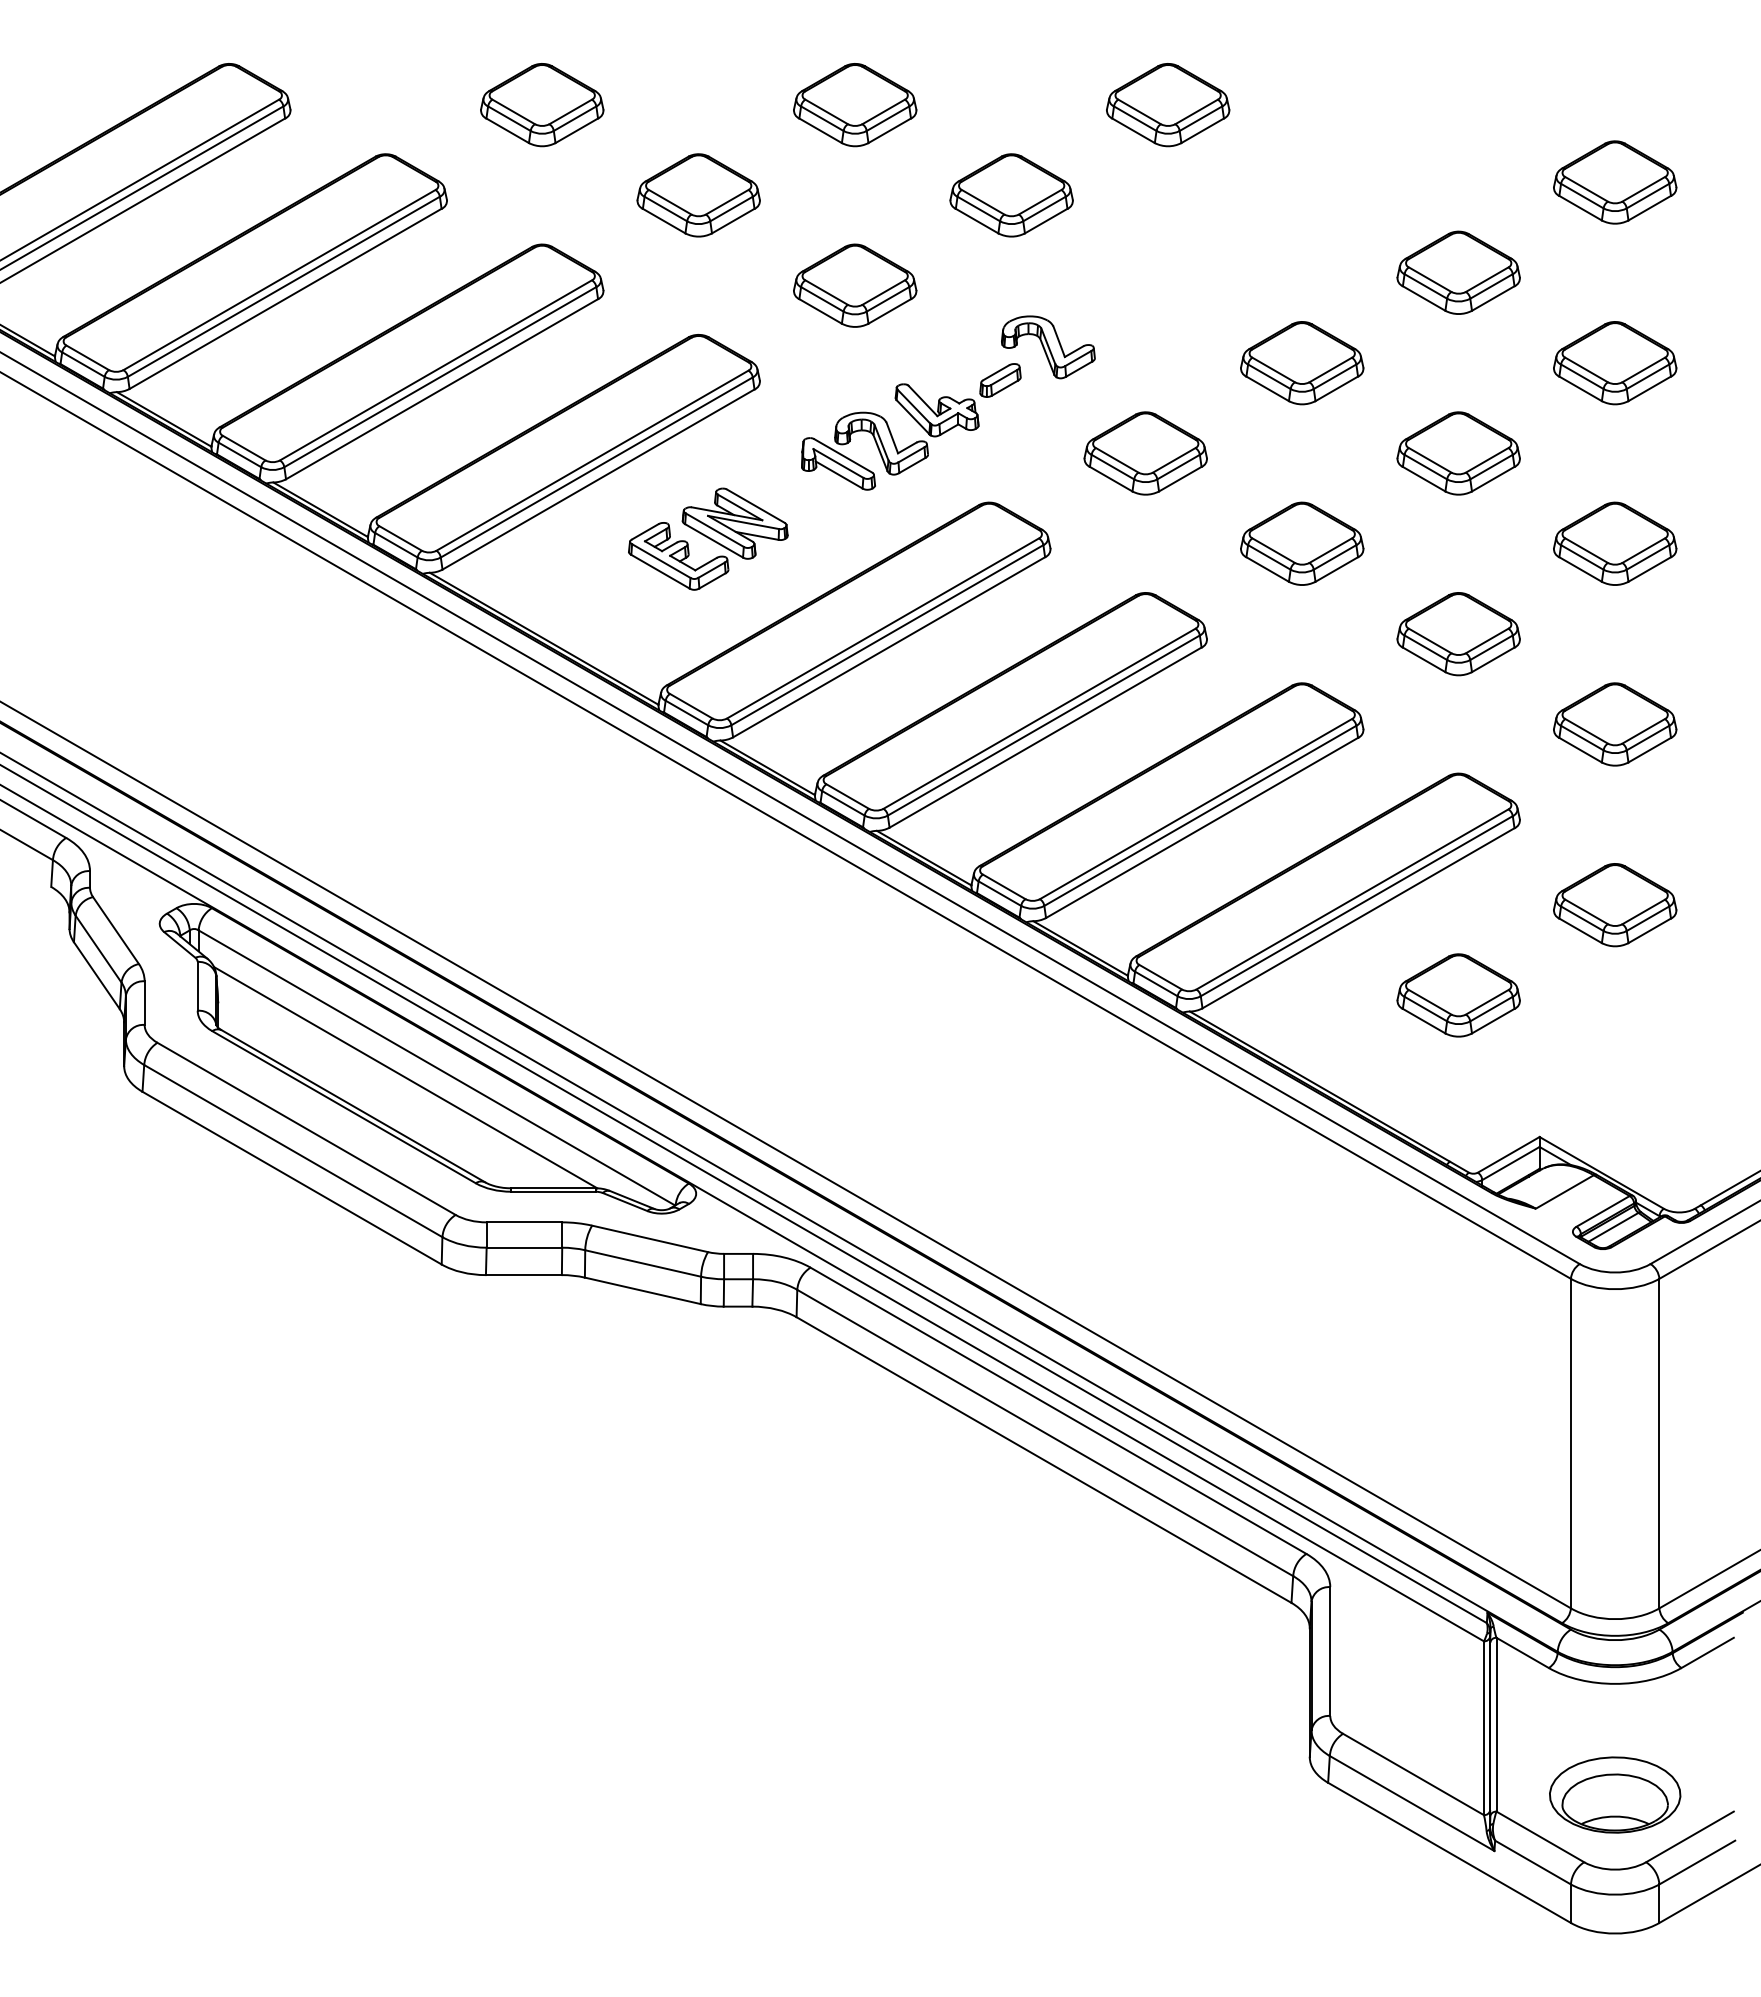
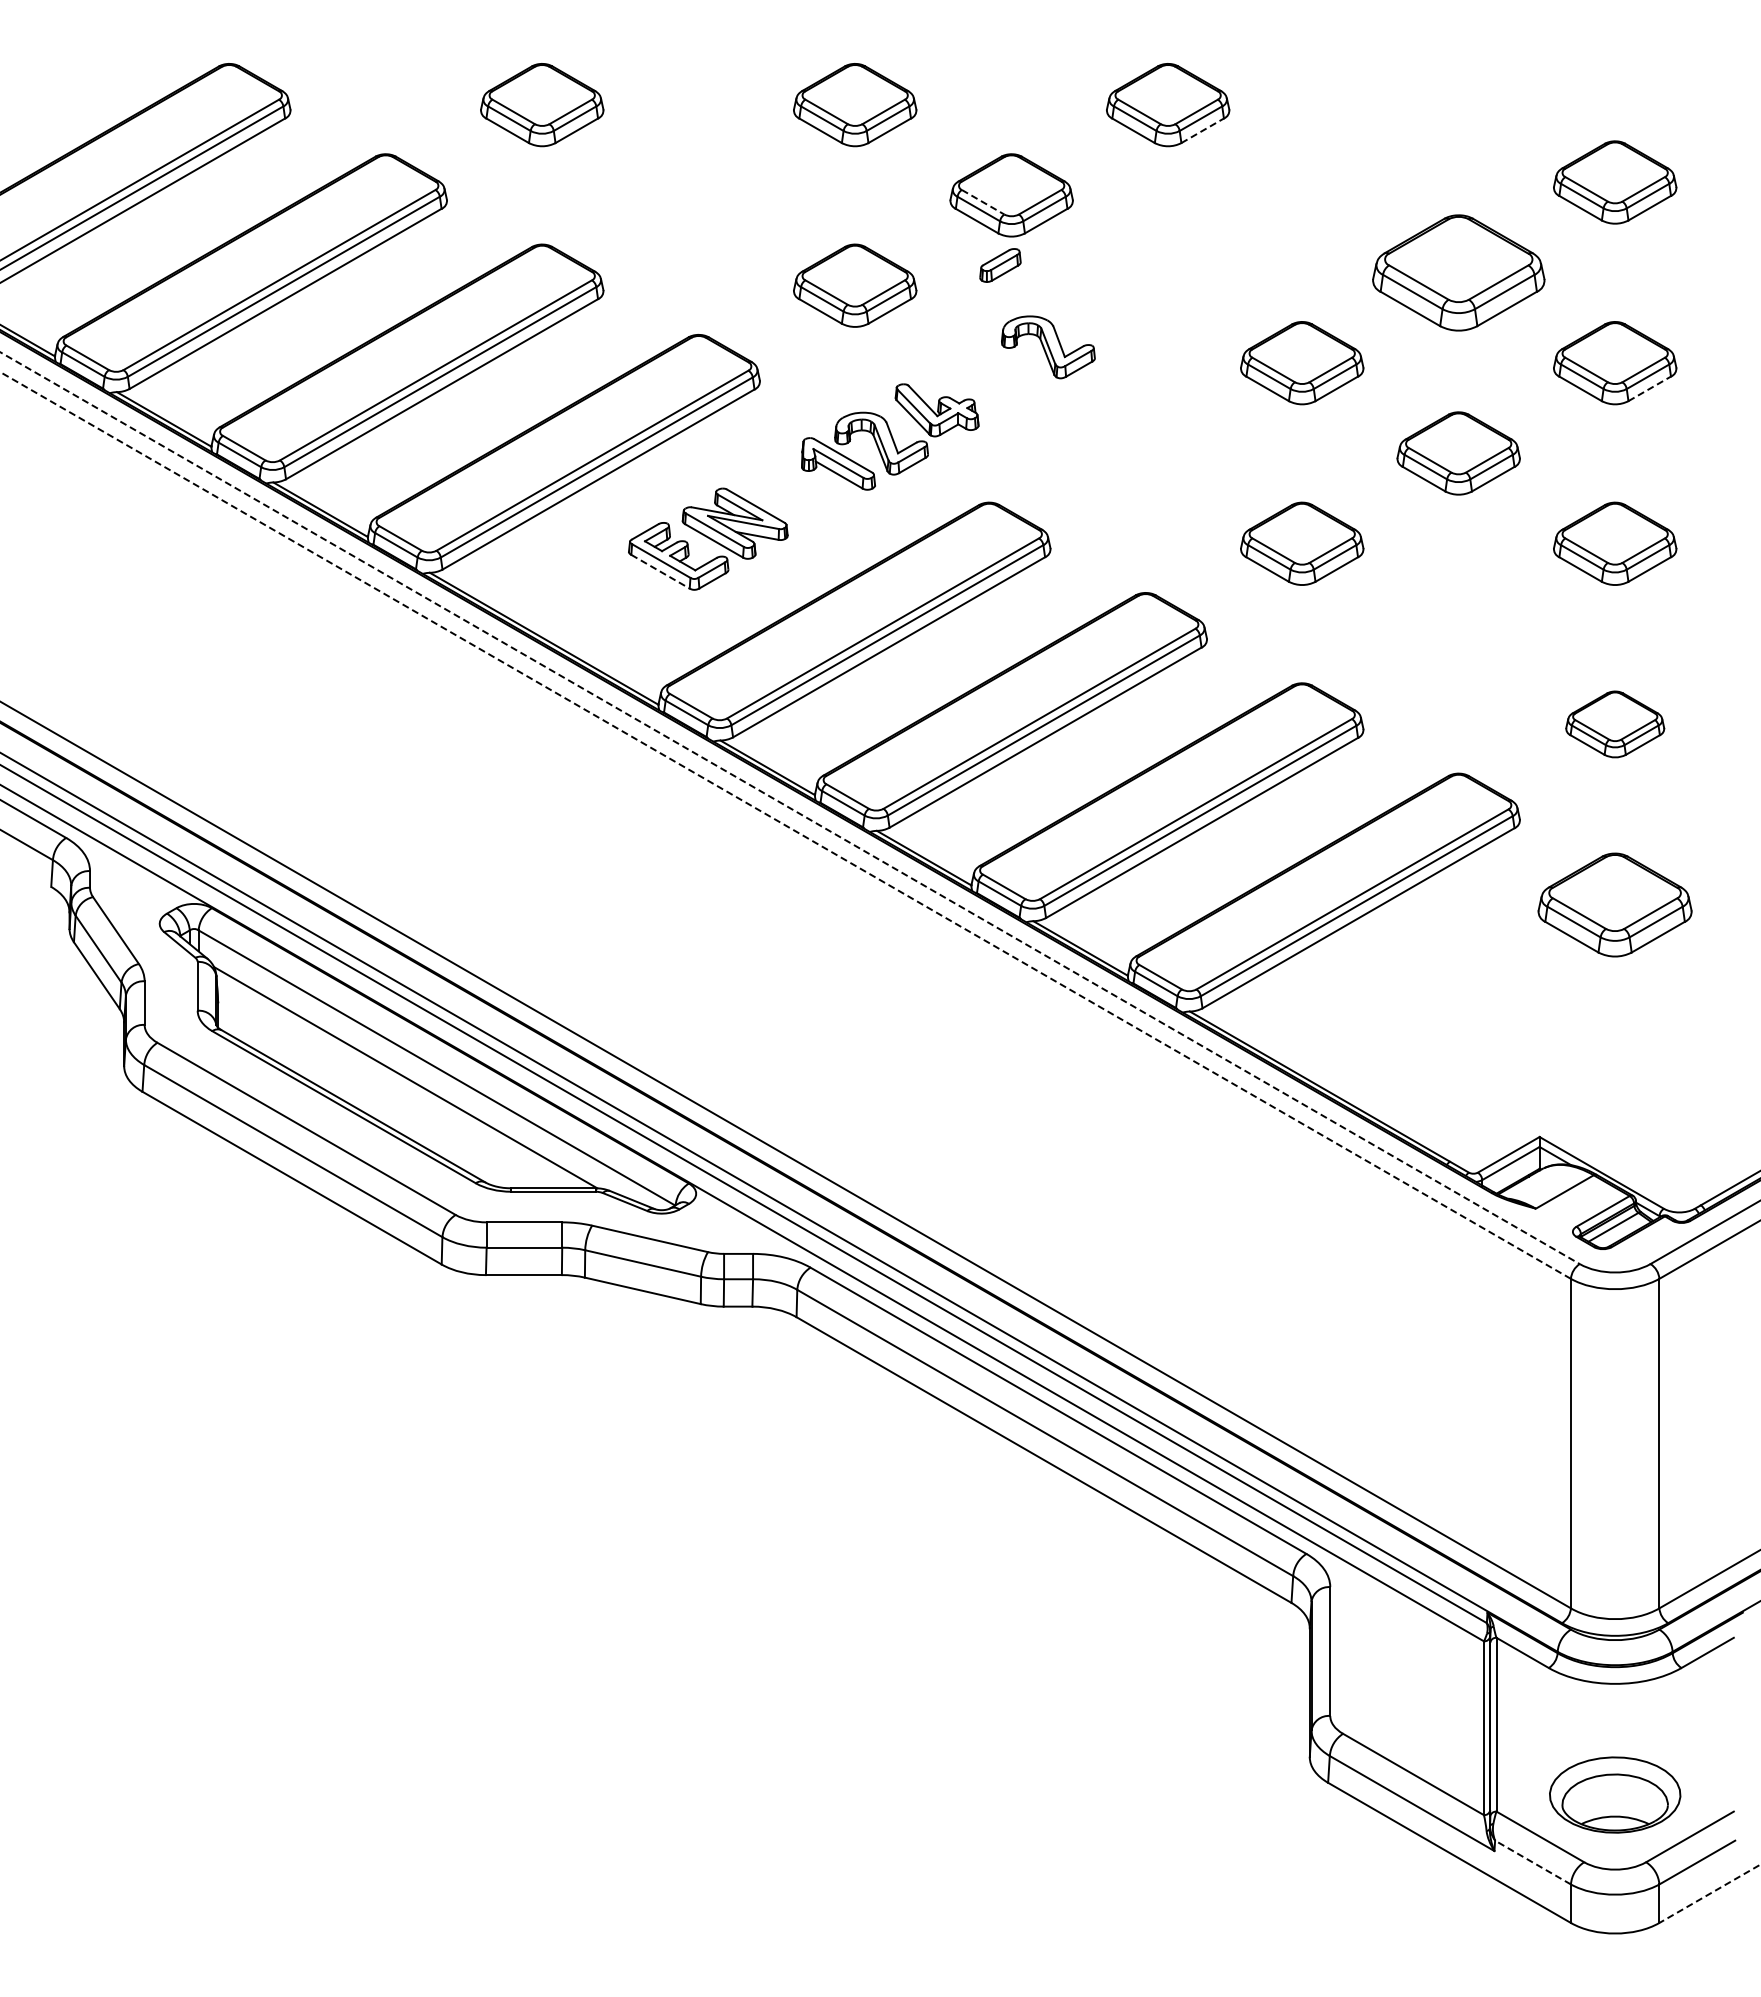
line at (1202, 130): solid -> dashed
part at (698, 195): present -> none
line at (983, 202): solid -> dashed
part at (1458, 272) size: 125x85 px -> 174x118 px
part at (1000, 380) position: (1000, 380) -> (1000, 265)
line at (1649, 388): solid -> dashed
part at (1145, 453): present -> none
line at (660, 571): solid -> dashed
part at (1458, 634): present -> none
part at (1615, 724) size: 125x85 px -> 101x69 px
line at (790, 808): solid -> dashed
line at (785, 825): solid -> dashed
part at (1615, 905) size: 125x85 px -> 156x106 px
part at (1458, 995): present -> none
line at (1533, 1862): solid -> dashed
line at (1709, 1894): solid -> dashed
